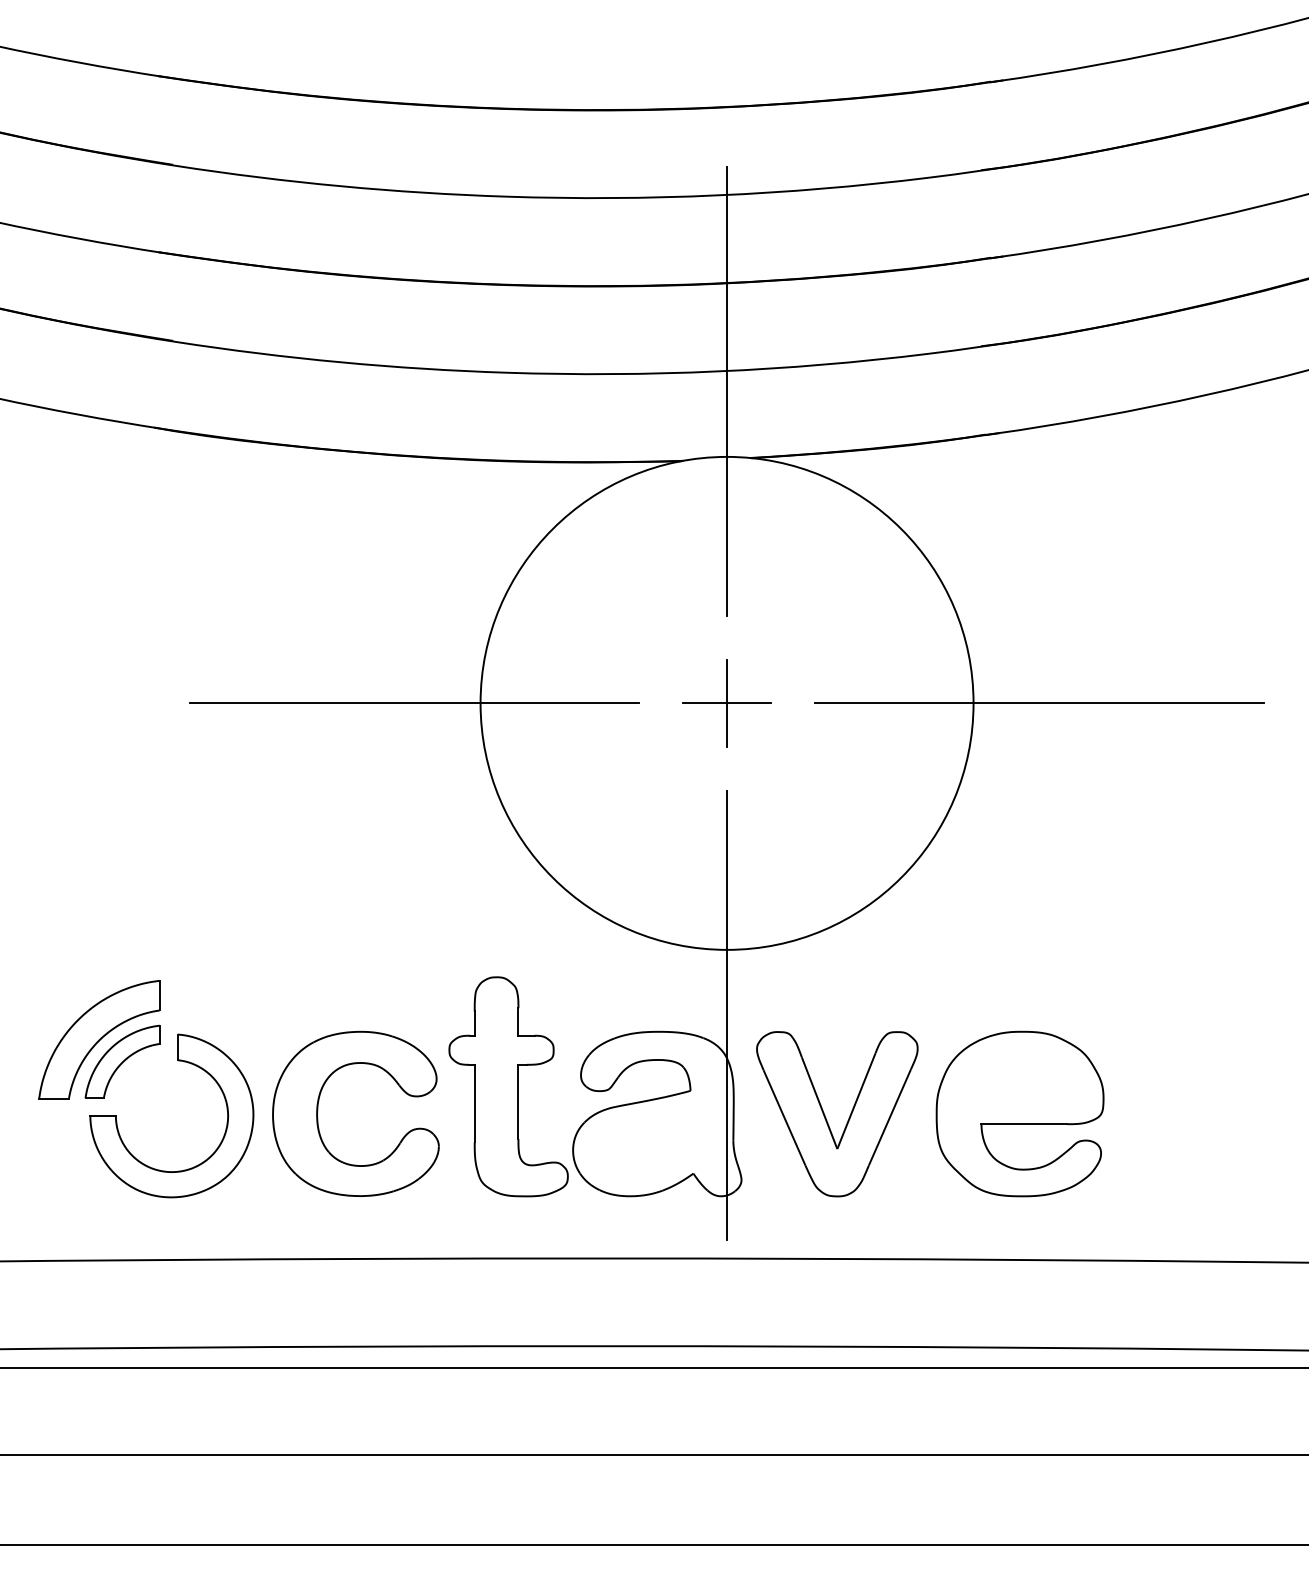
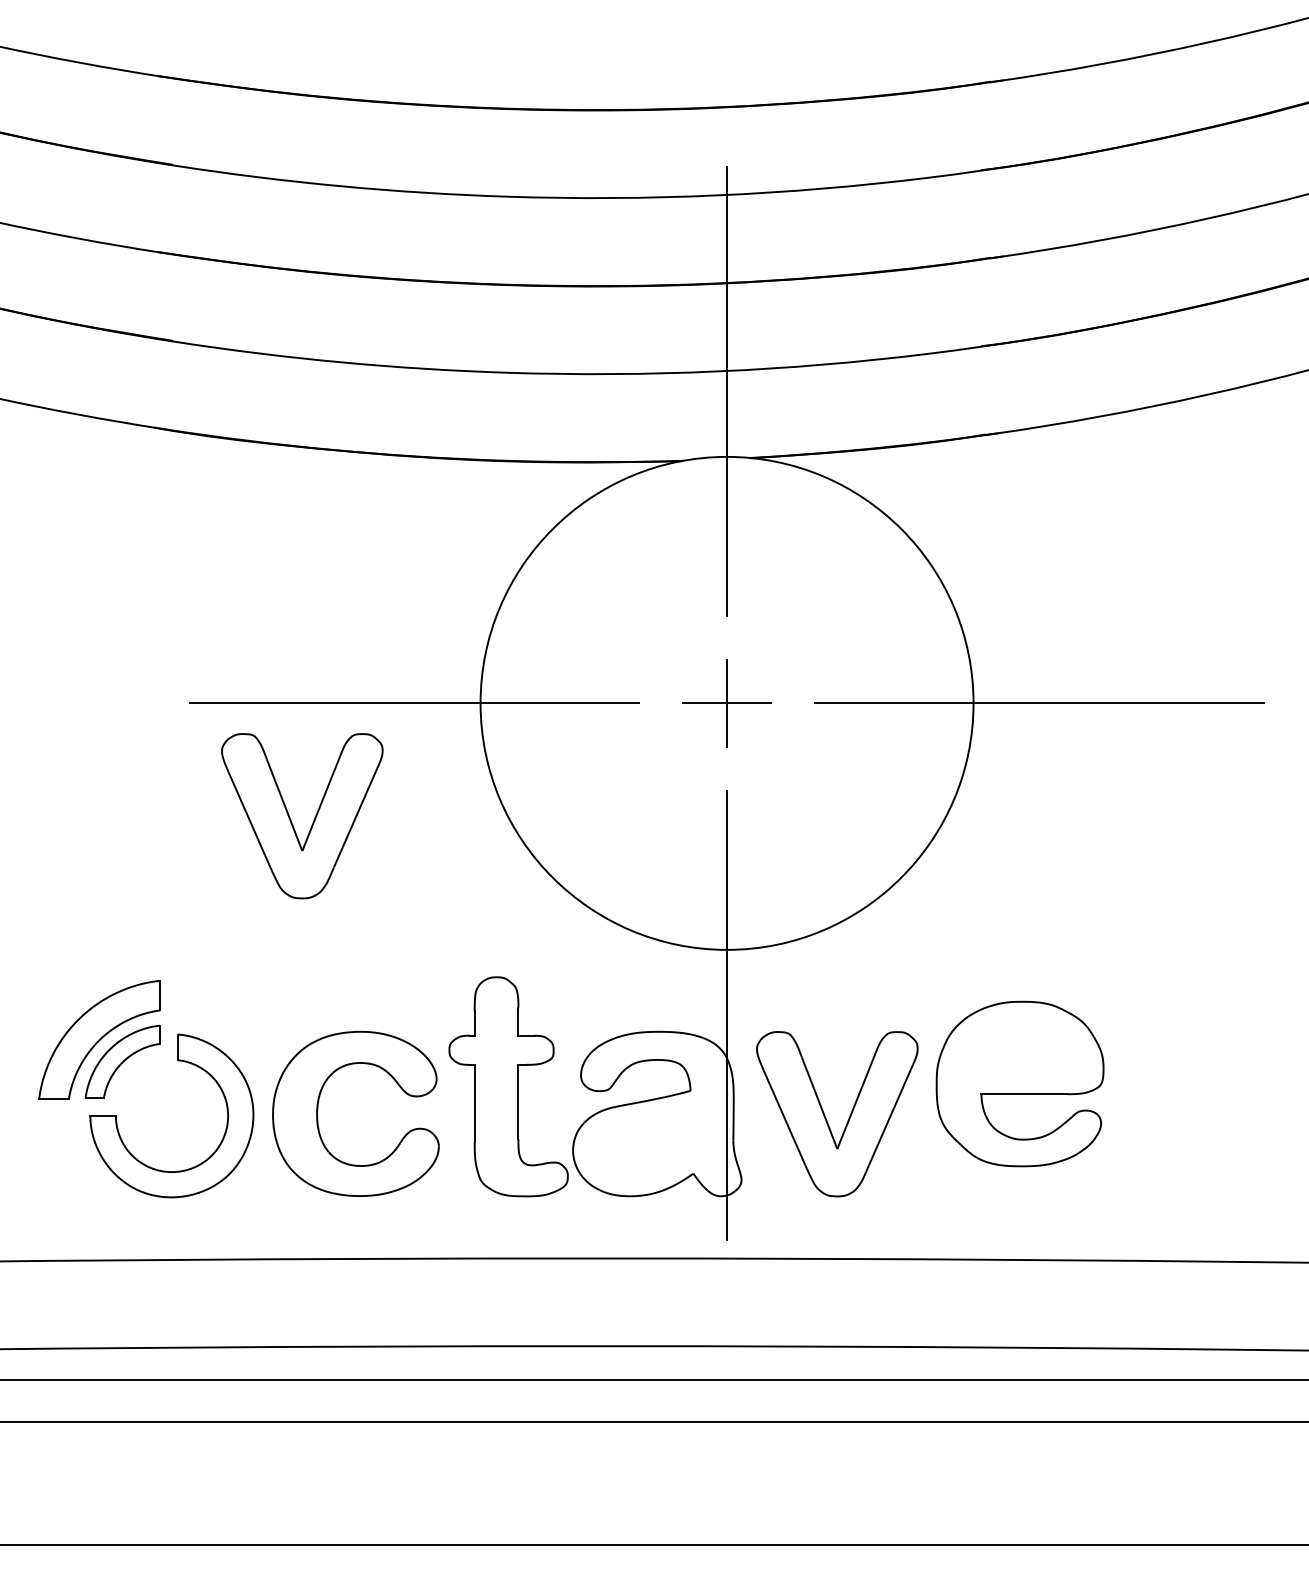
part at (291, 819): none -> present
part at (1019, 1113) position: (1019, 1113) -> (1019, 1083)
line at (653, 1367) position: (653, 1367) -> (653, 1379)
line at (653, 1455) position: (653, 1455) -> (653, 1422)
